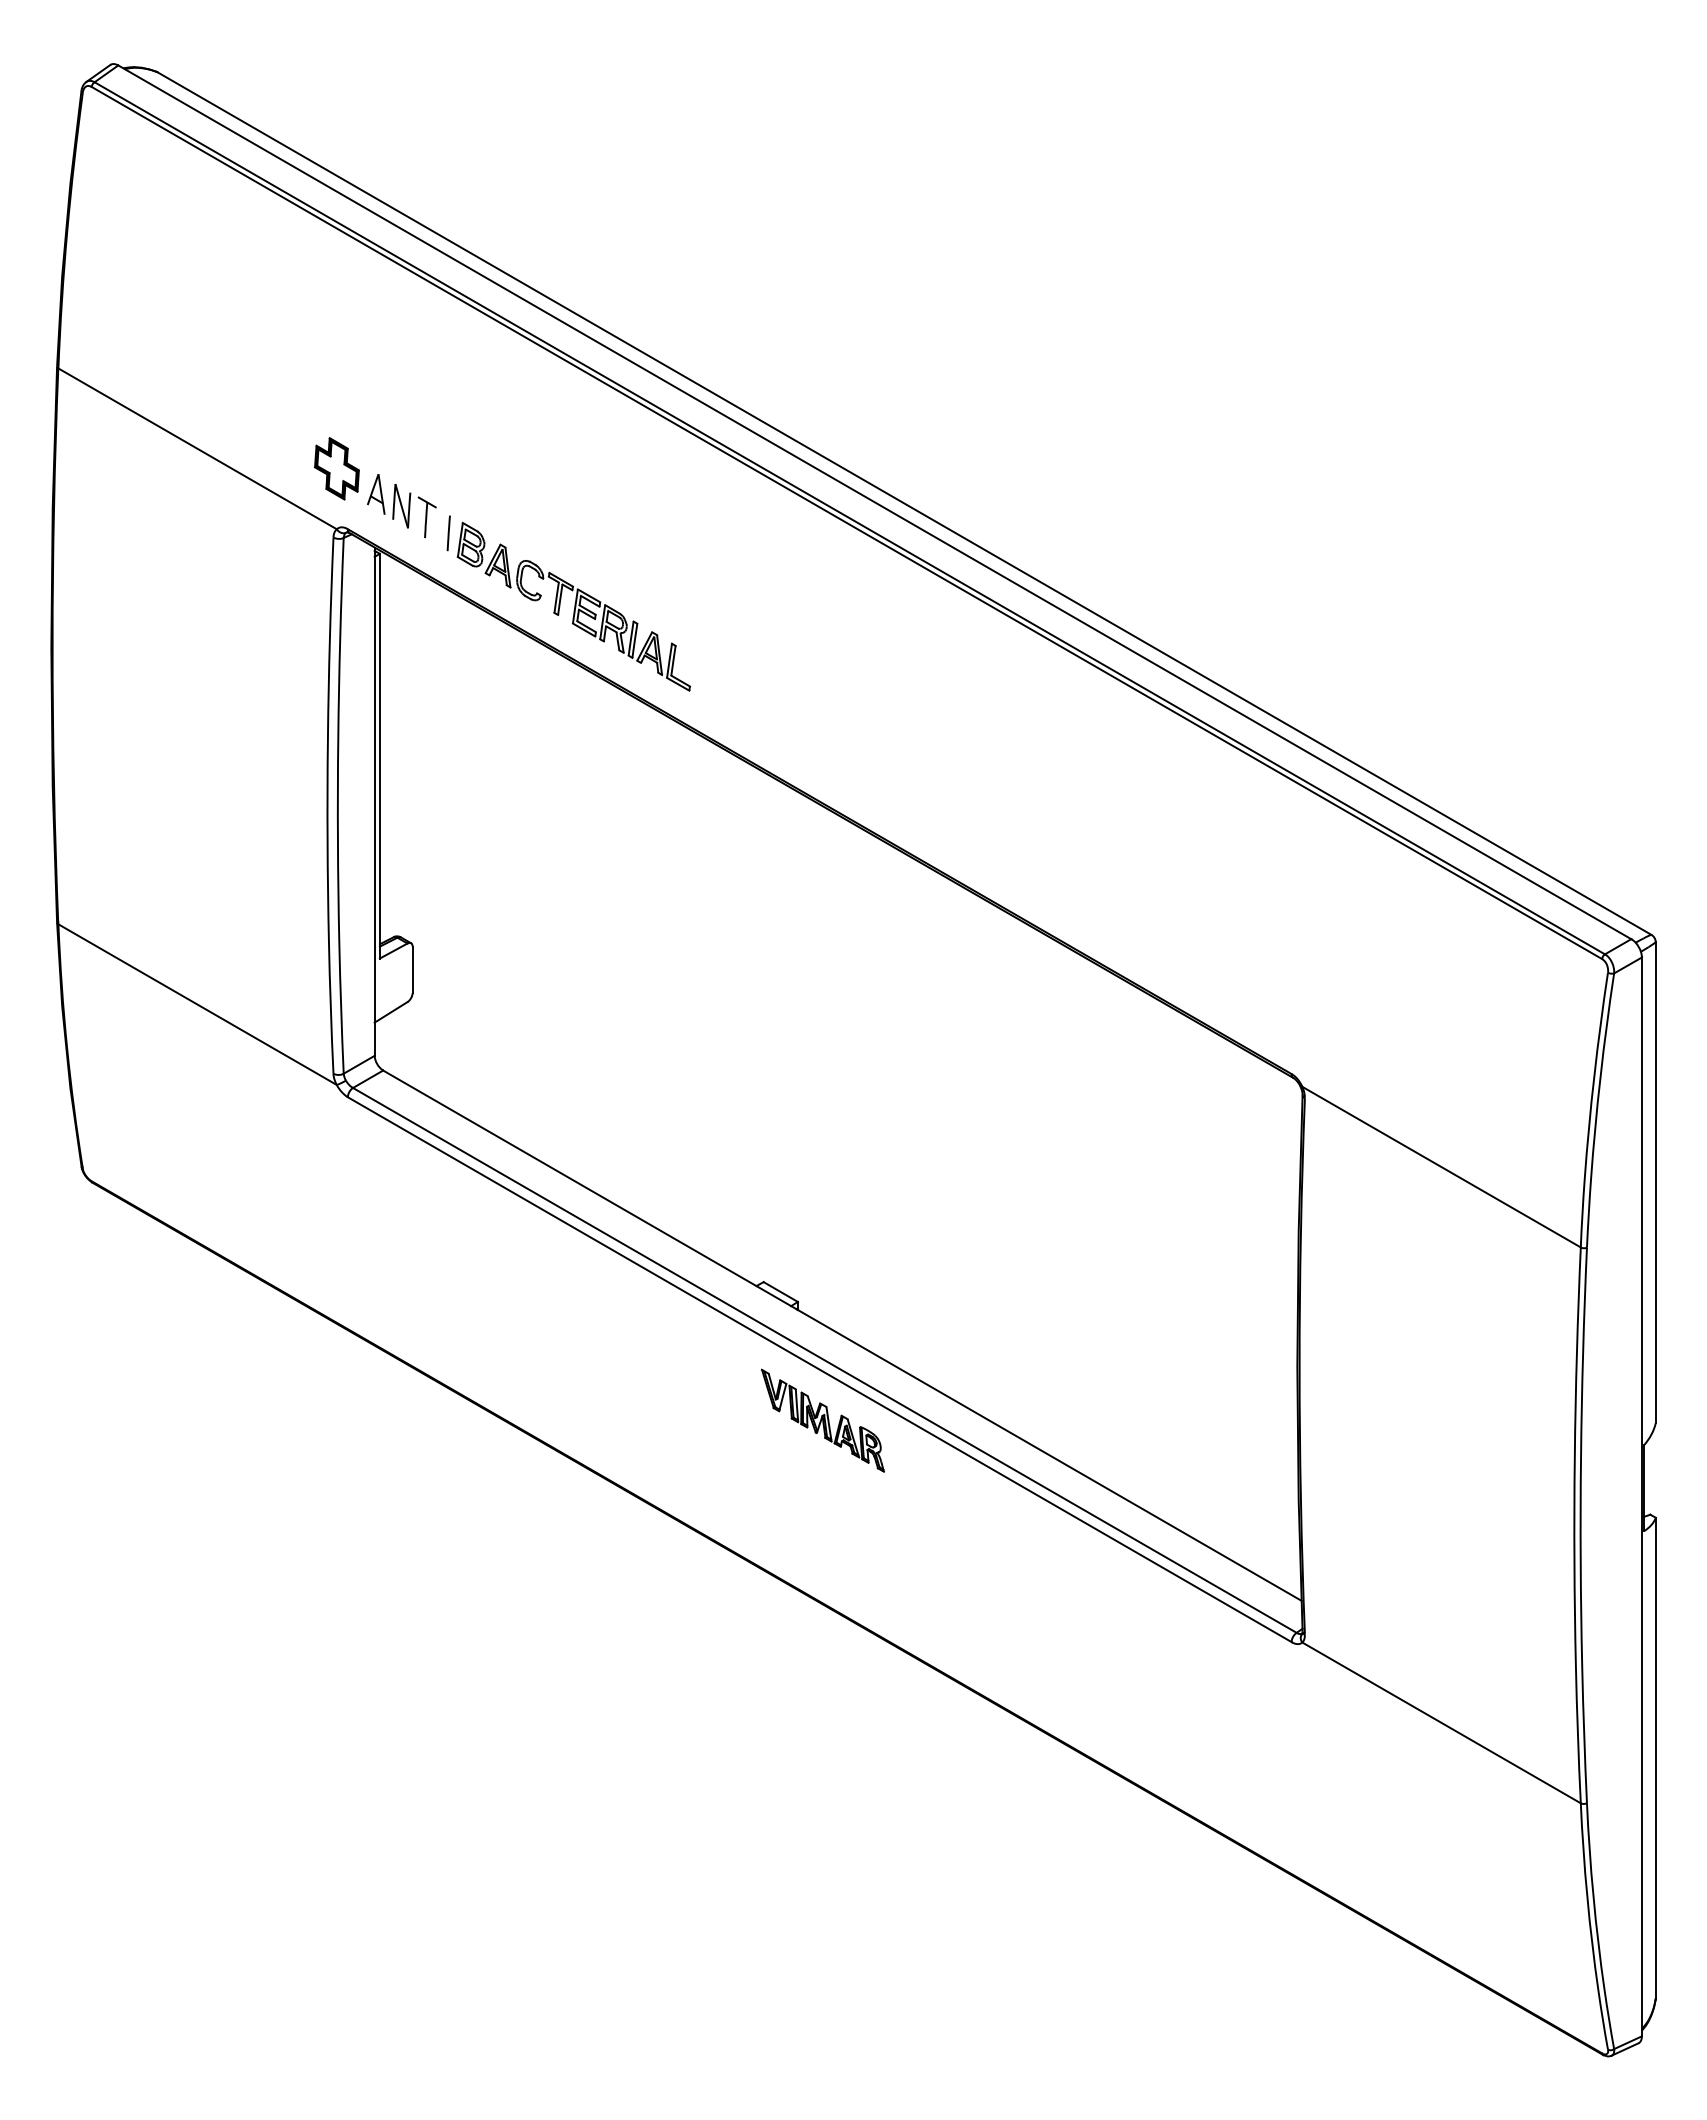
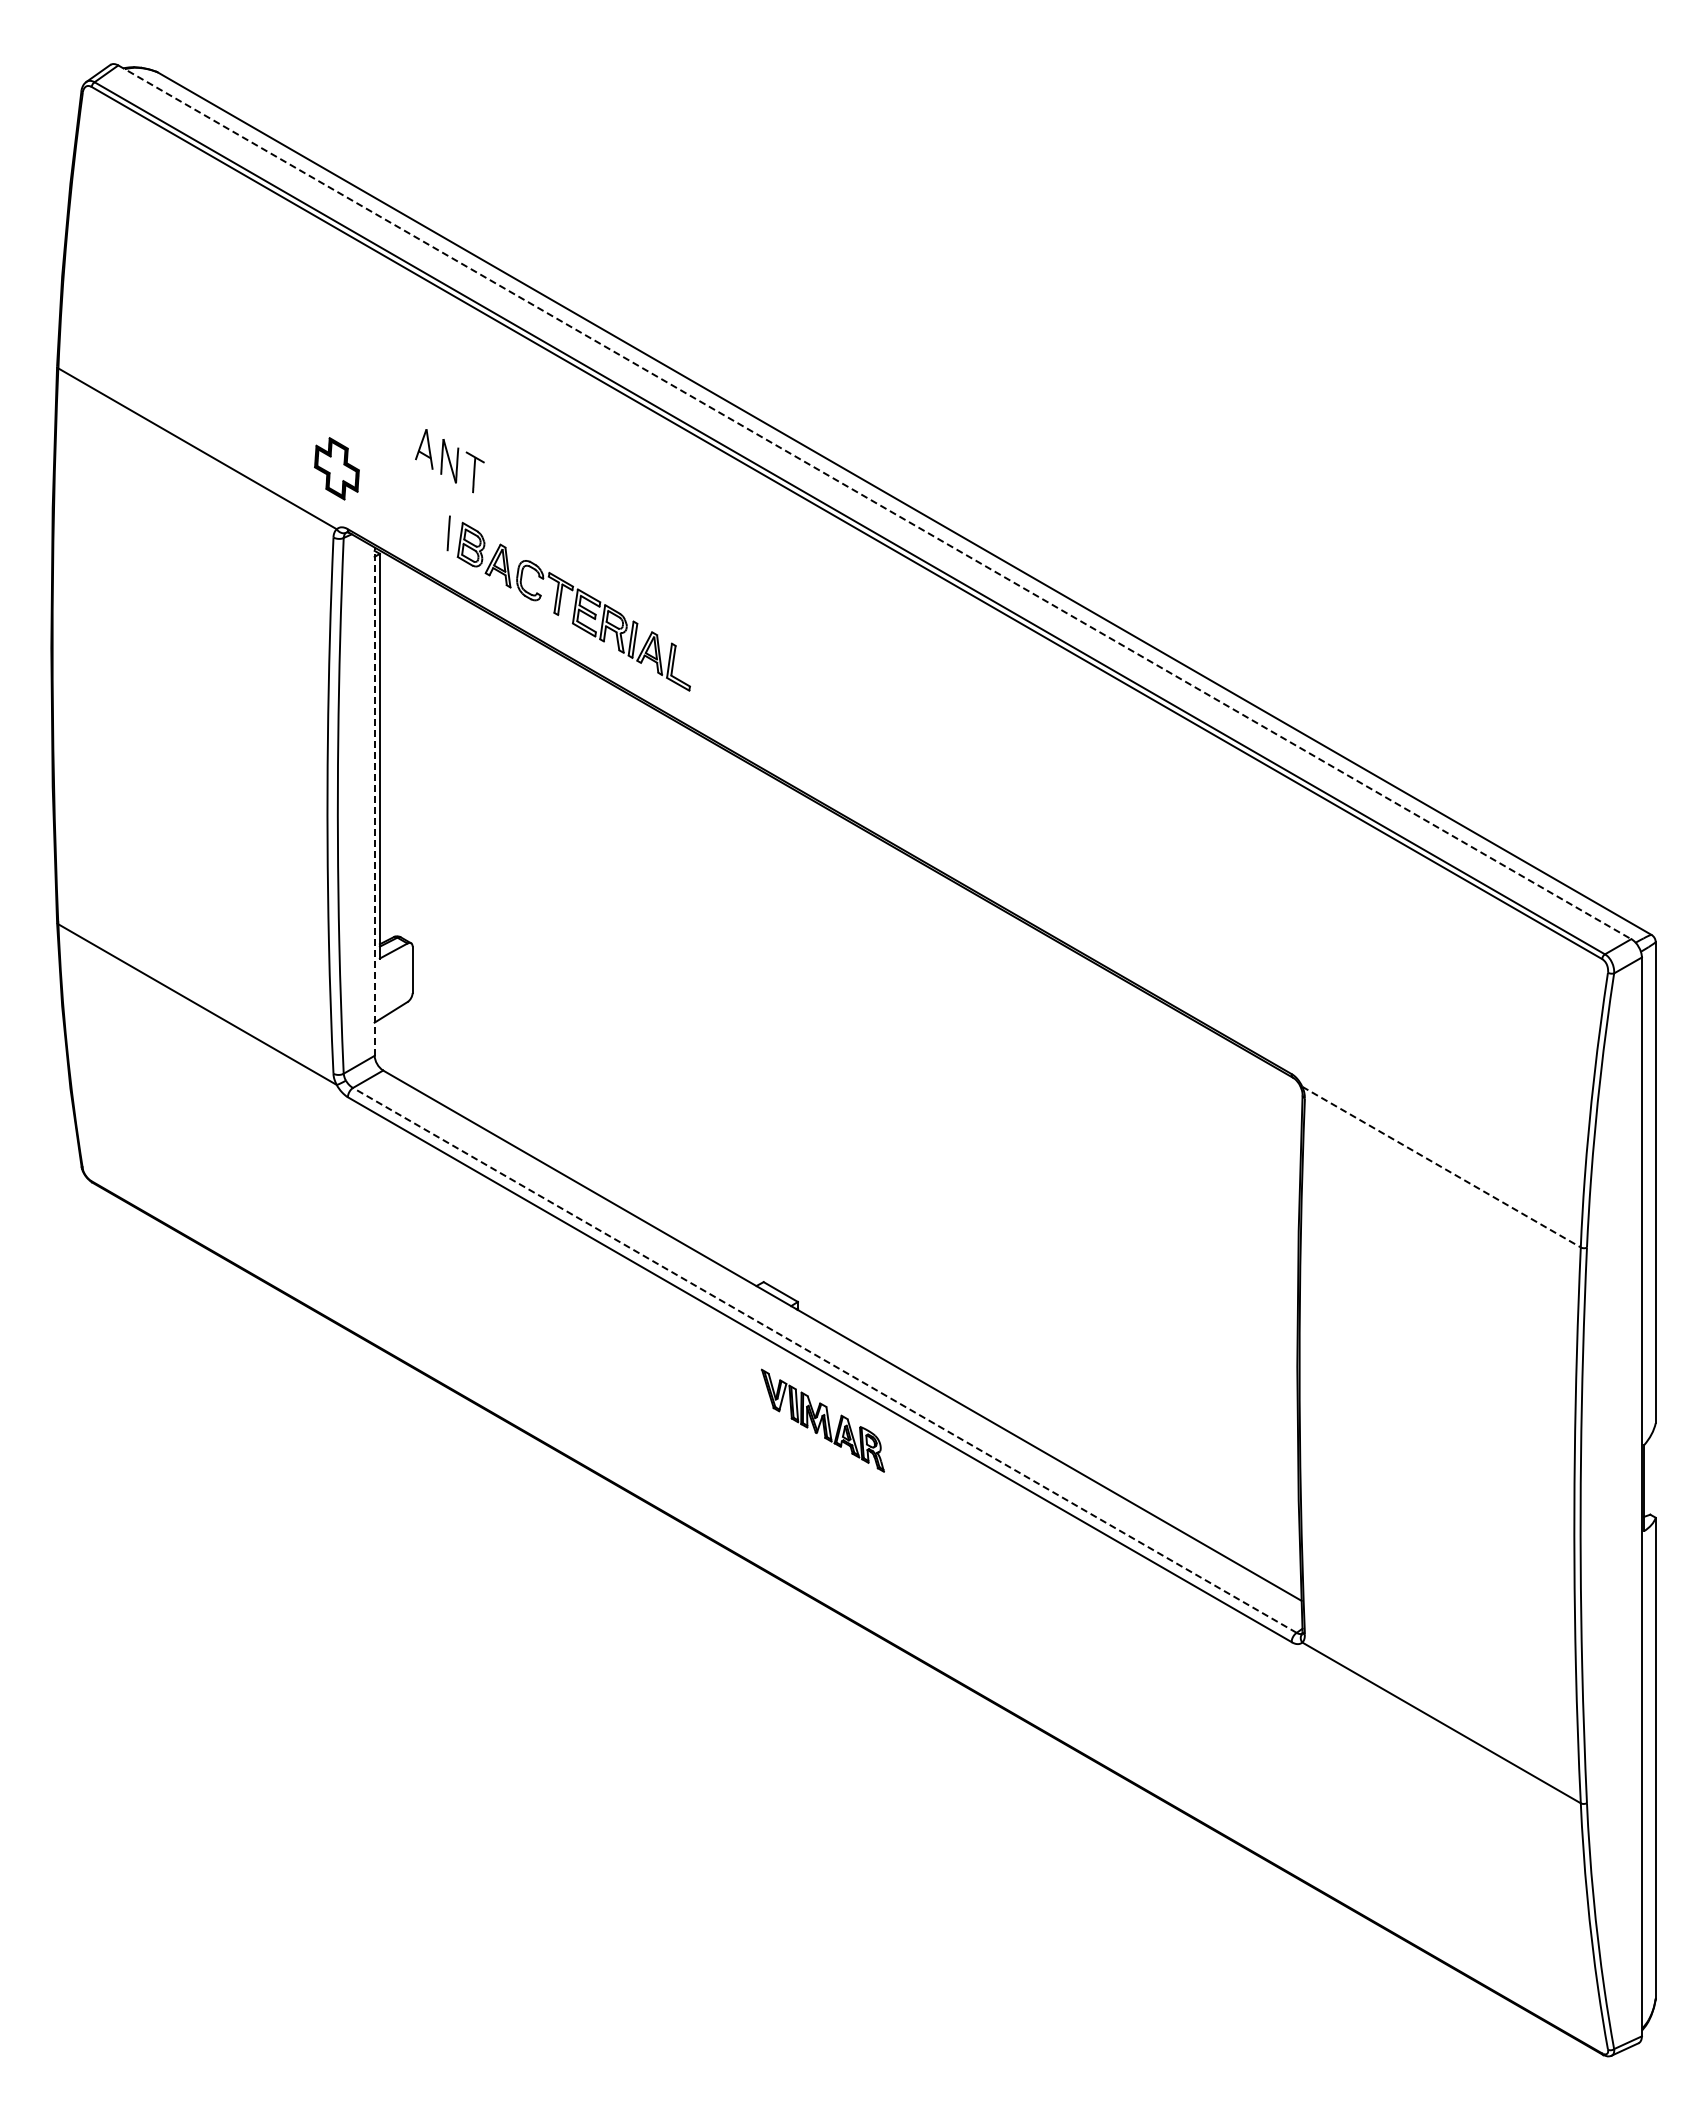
line at (874, 502): solid -> dashed
part at (401, 506) position: (401, 506) -> (449, 461)
line at (374, 801): solid -> dashed
line at (1441, 1167): solid -> dashed
line at (824, 1360): solid -> dashed
